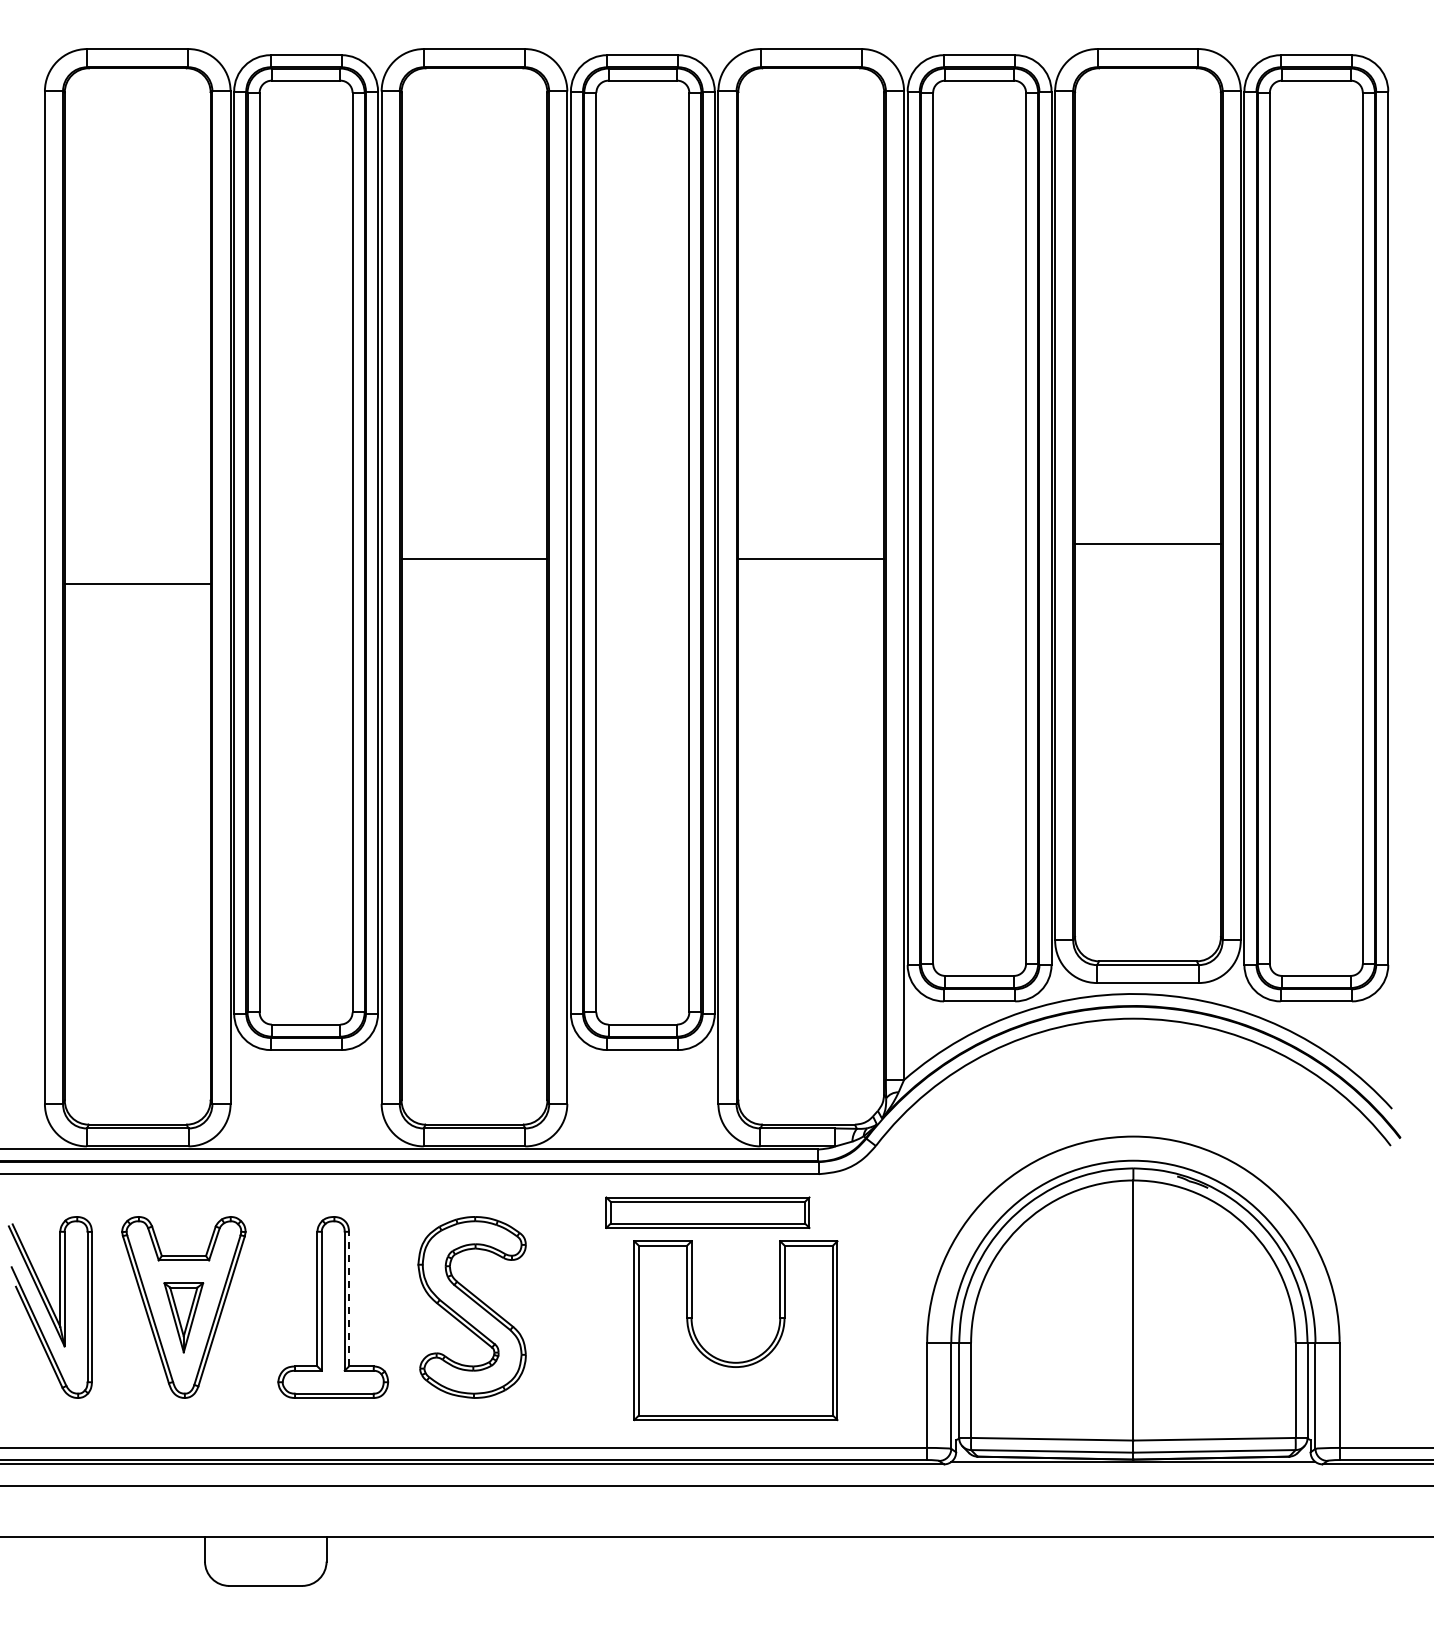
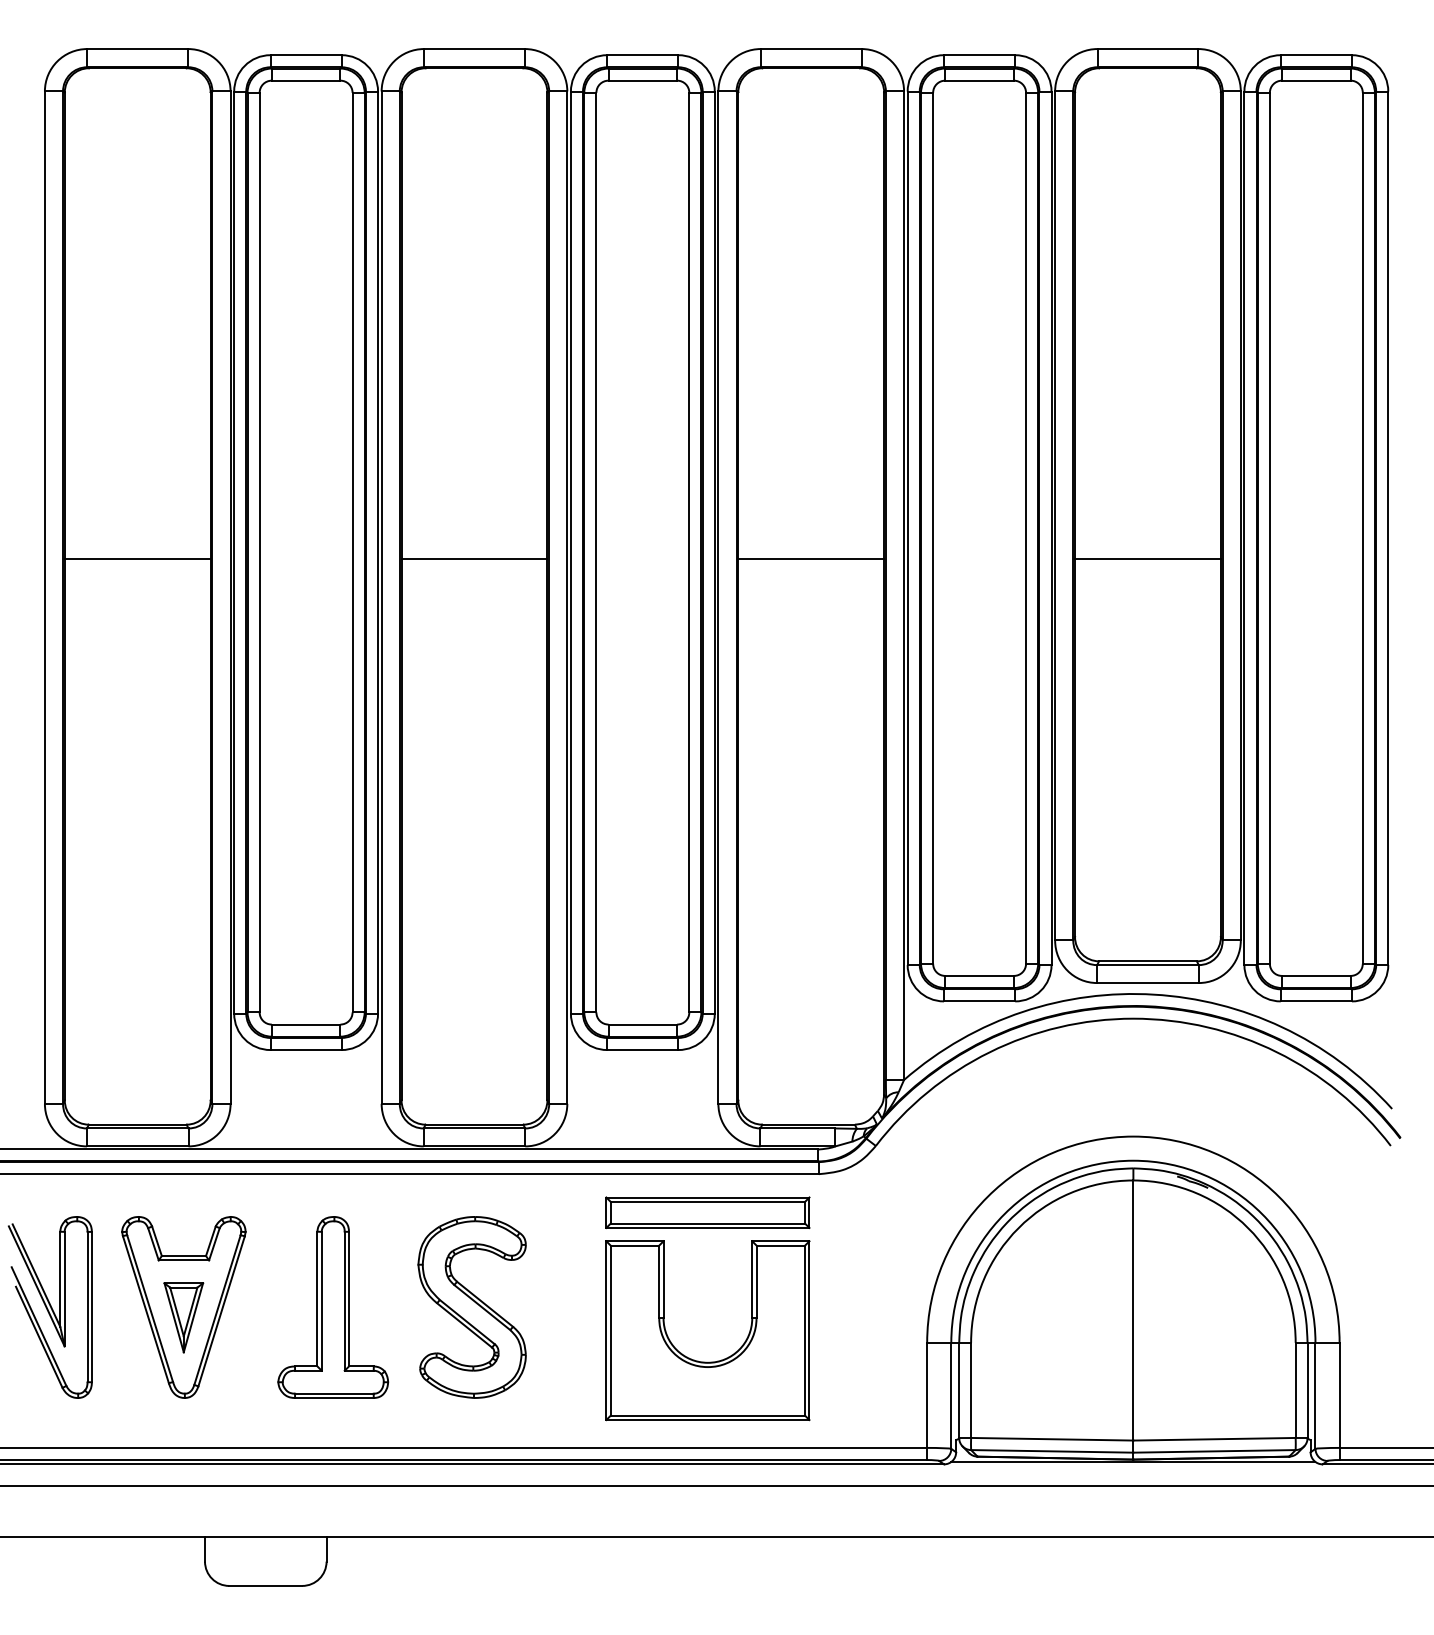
line at (1147, 543) position: (1147, 543) -> (1147, 558)
line at (137, 583) position: (137, 583) -> (137, 558)
line at (349, 1298): dashed -> solid
part at (735, 1361) position: (735, 1361) -> (707, 1361)
